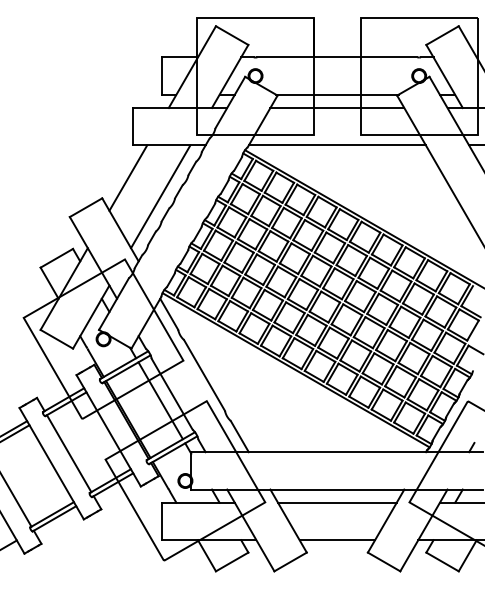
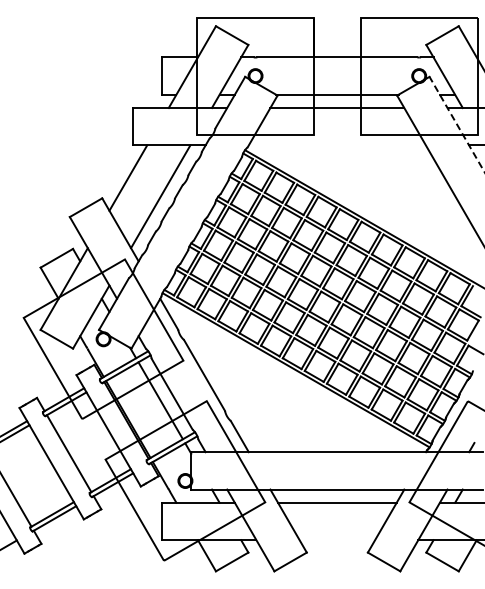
line at (456, 124): solid -> dashed
line at (336, 145): present -> none
line at (337, 540): present -> none
